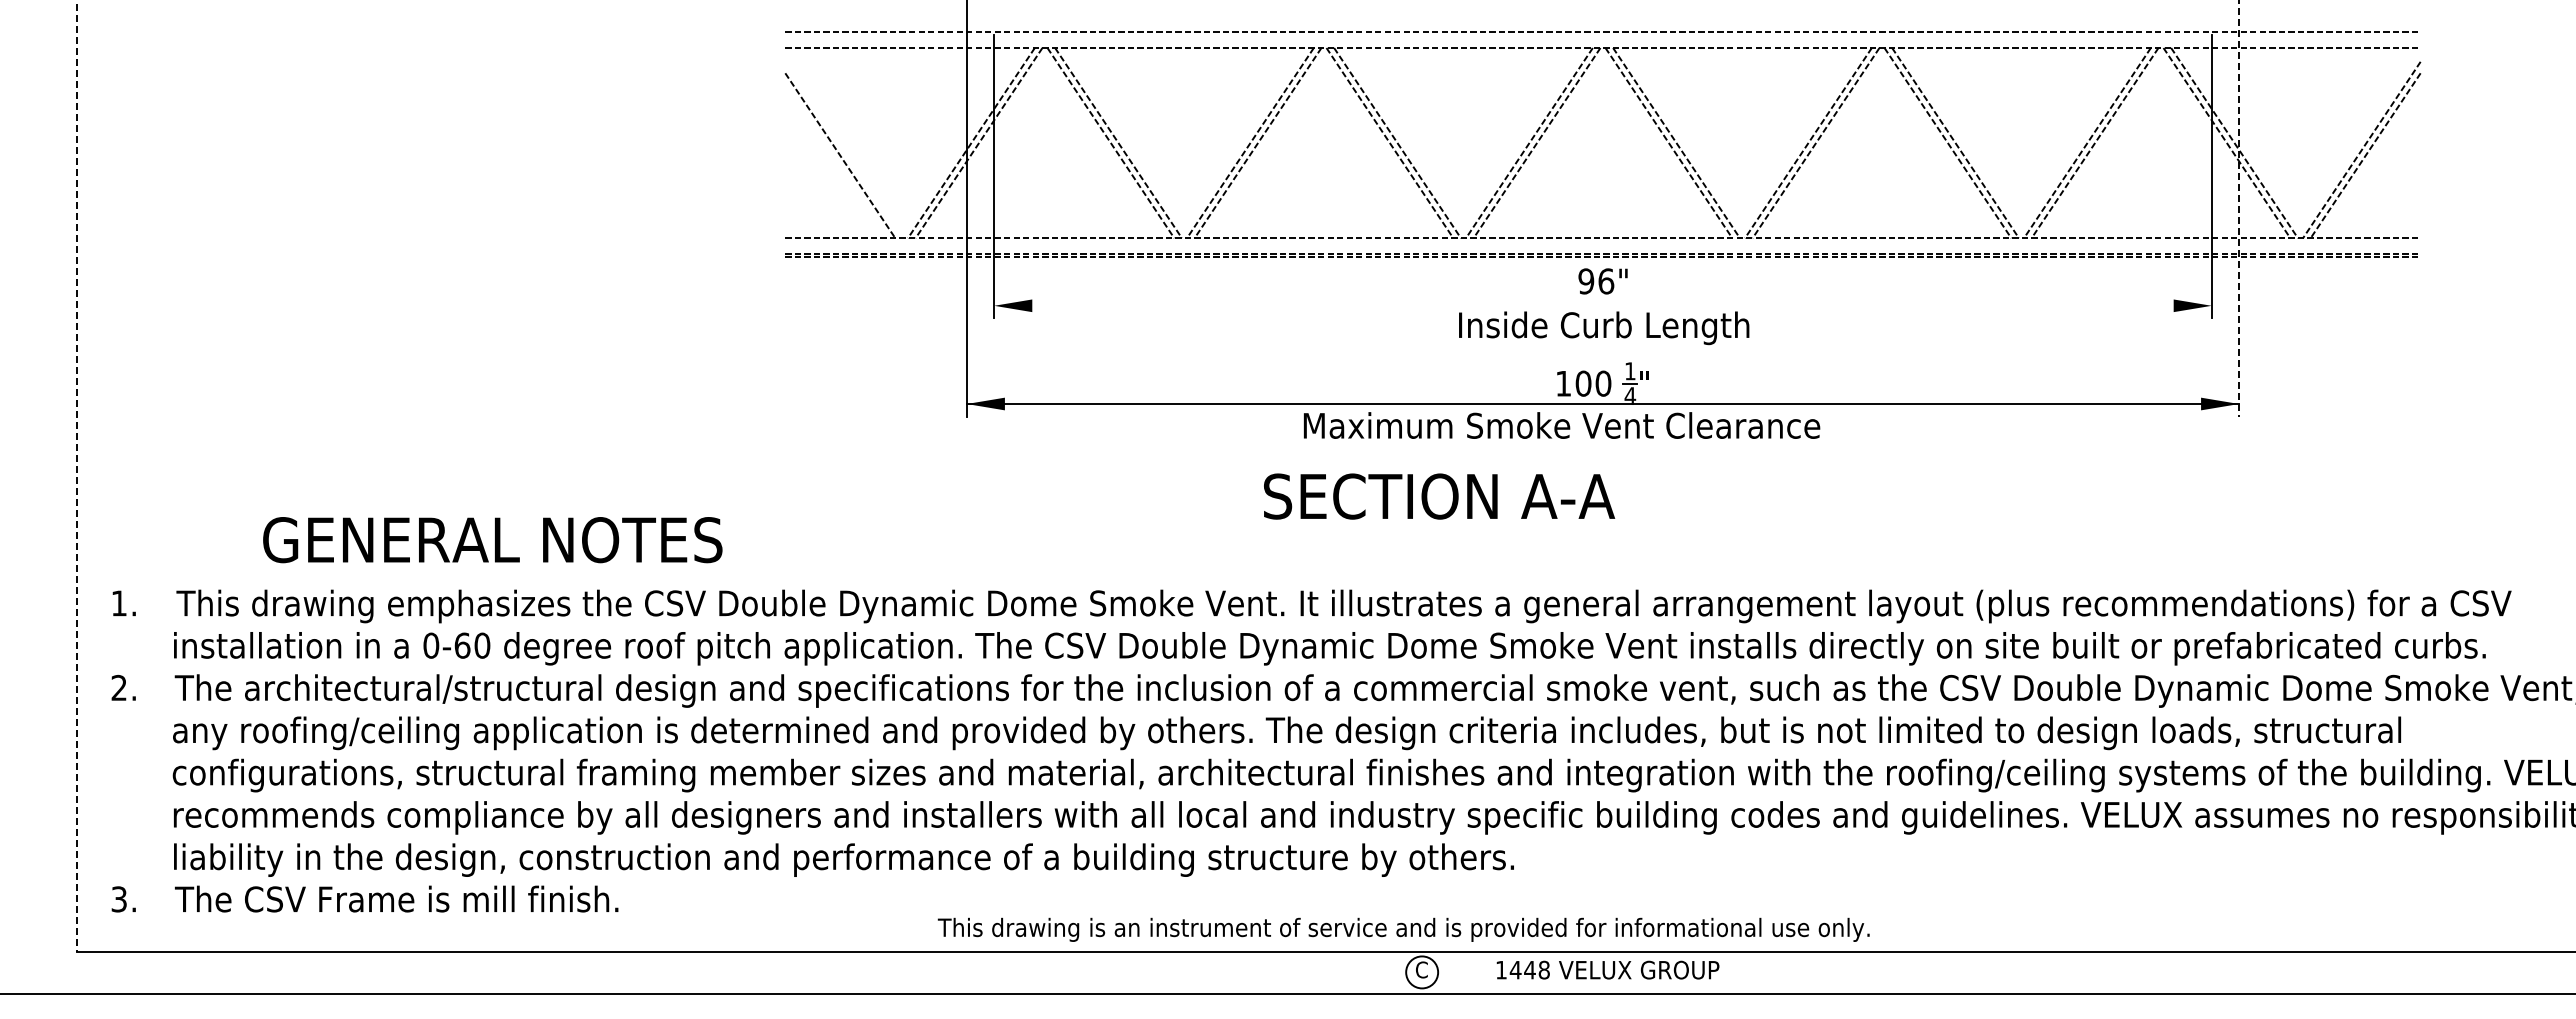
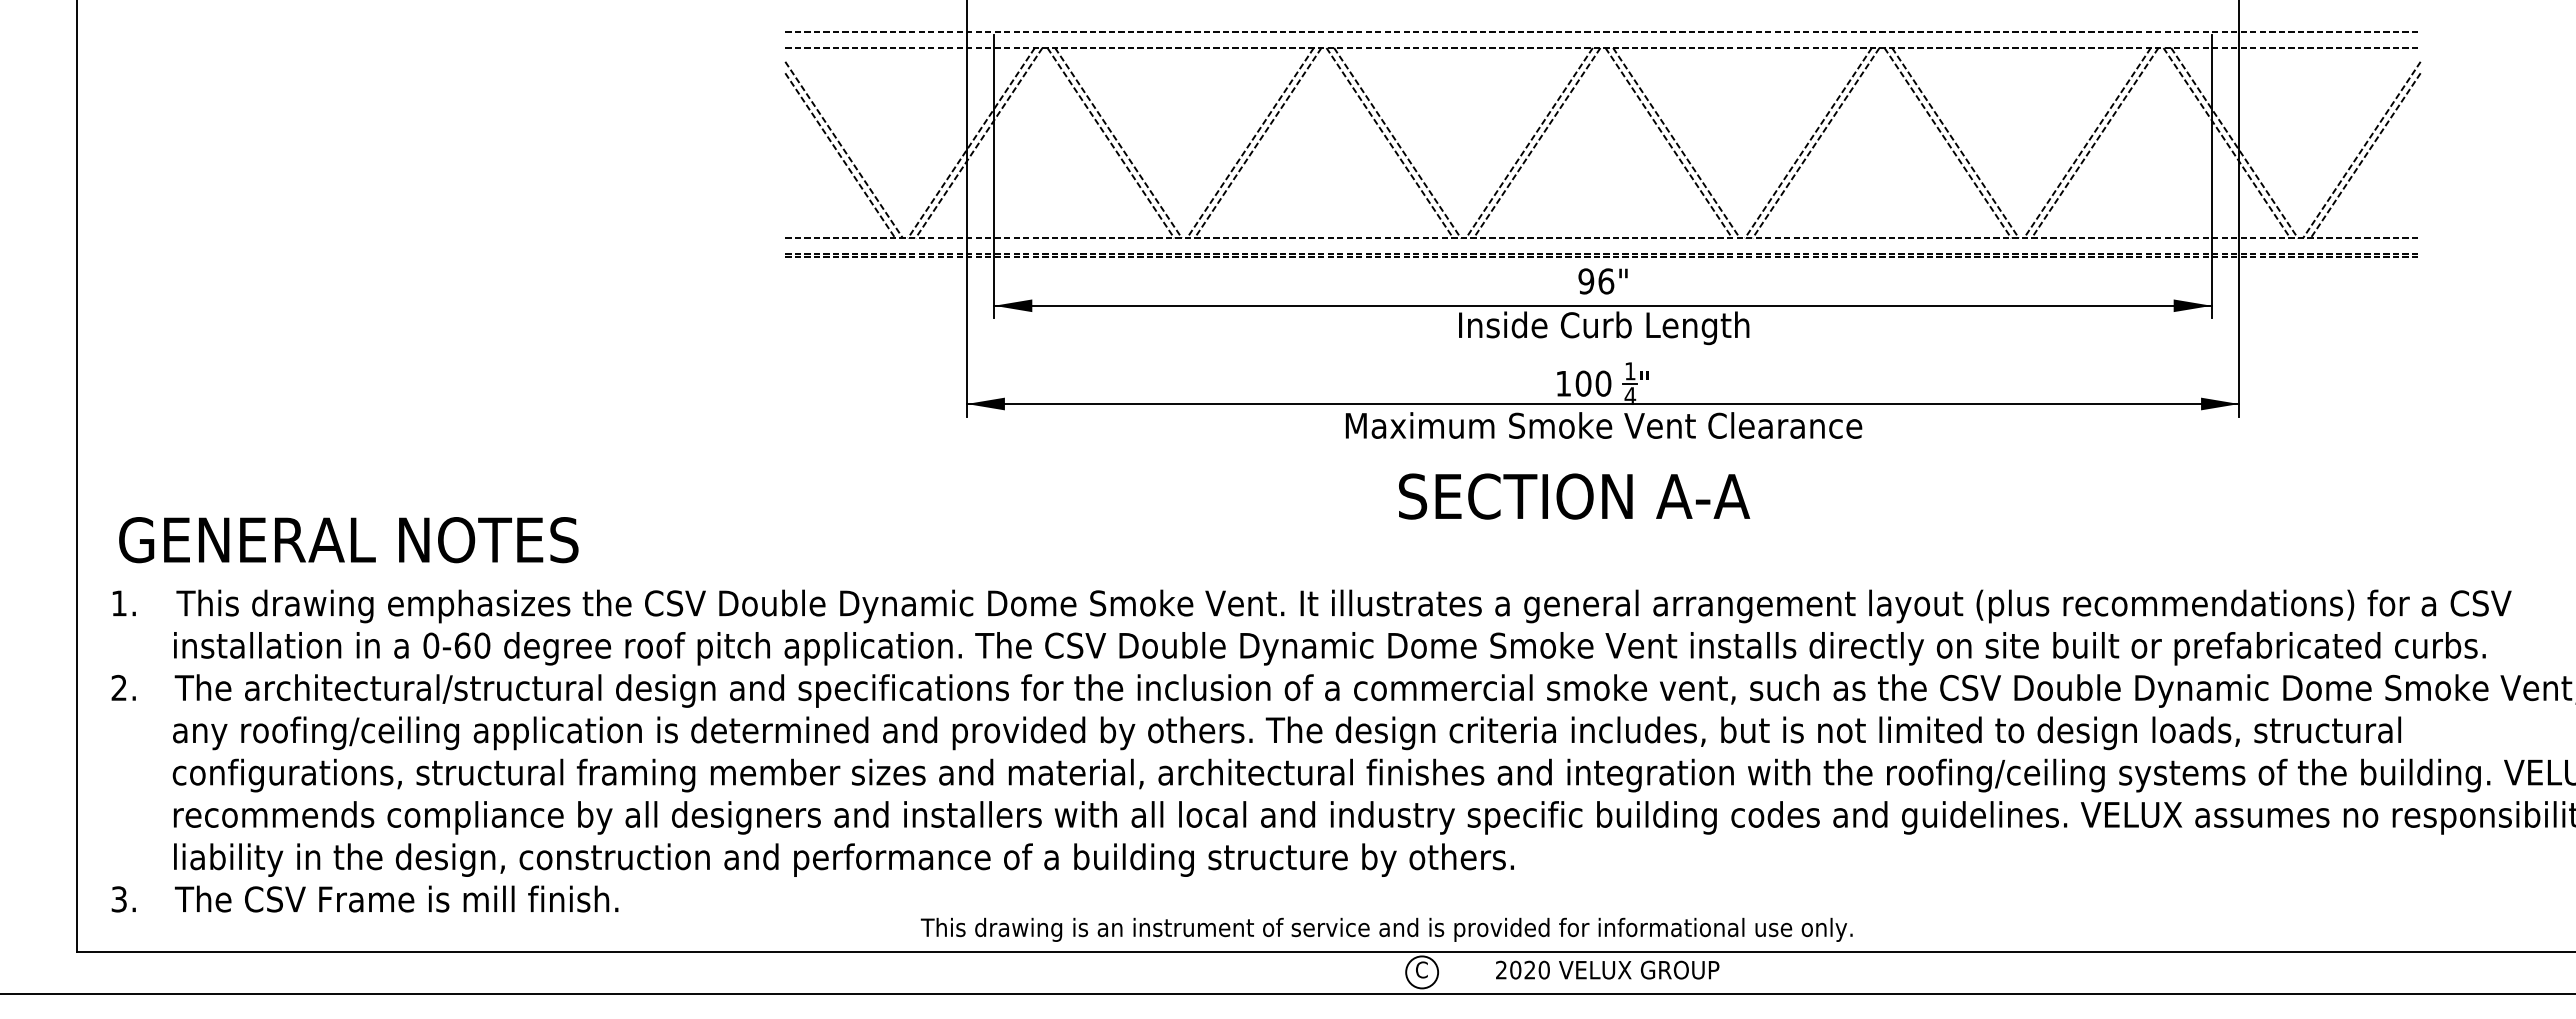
line at (843, 149): none -> present
line at (2239, 208): dashed -> solid
line at (1602, 305): none -> present
text at (1562, 425) position: (1562, 425) -> (1604, 425)
line at (77, 476): dashed -> solid
text at (1439, 496) position: (1439, 496) -> (1574, 496)
text at (492, 540) position: (492, 540) -> (348, 540)
text at (1403, 929) position: (1403, 929) -> (1386, 929)
text at (1522, 969): 1448 -> 2020
